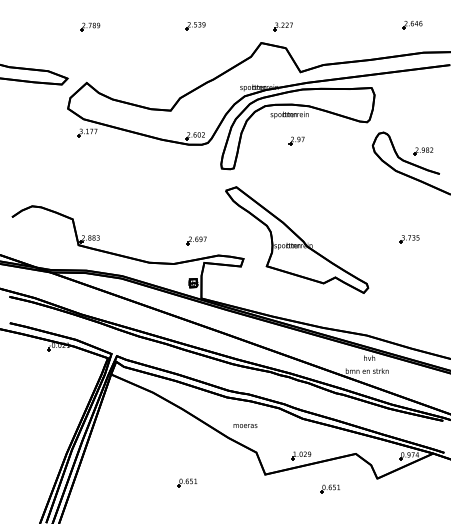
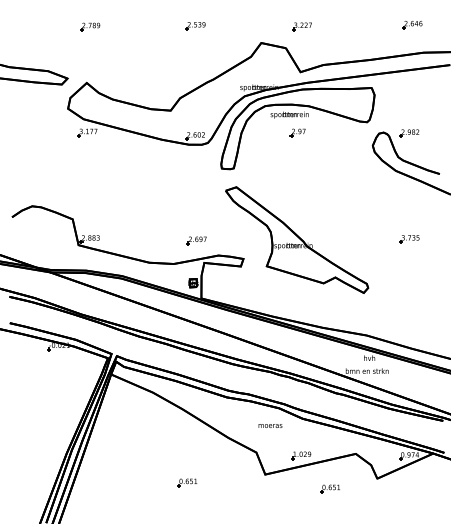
part at (282, 26) position: (282, 26) -> (301, 26)
part at (296, 140) position: (296, 140) -> (297, 132)
part at (423, 151) position: (423, 151) -> (409, 133)
text at (245, 425) position: (245, 425) -> (270, 425)
